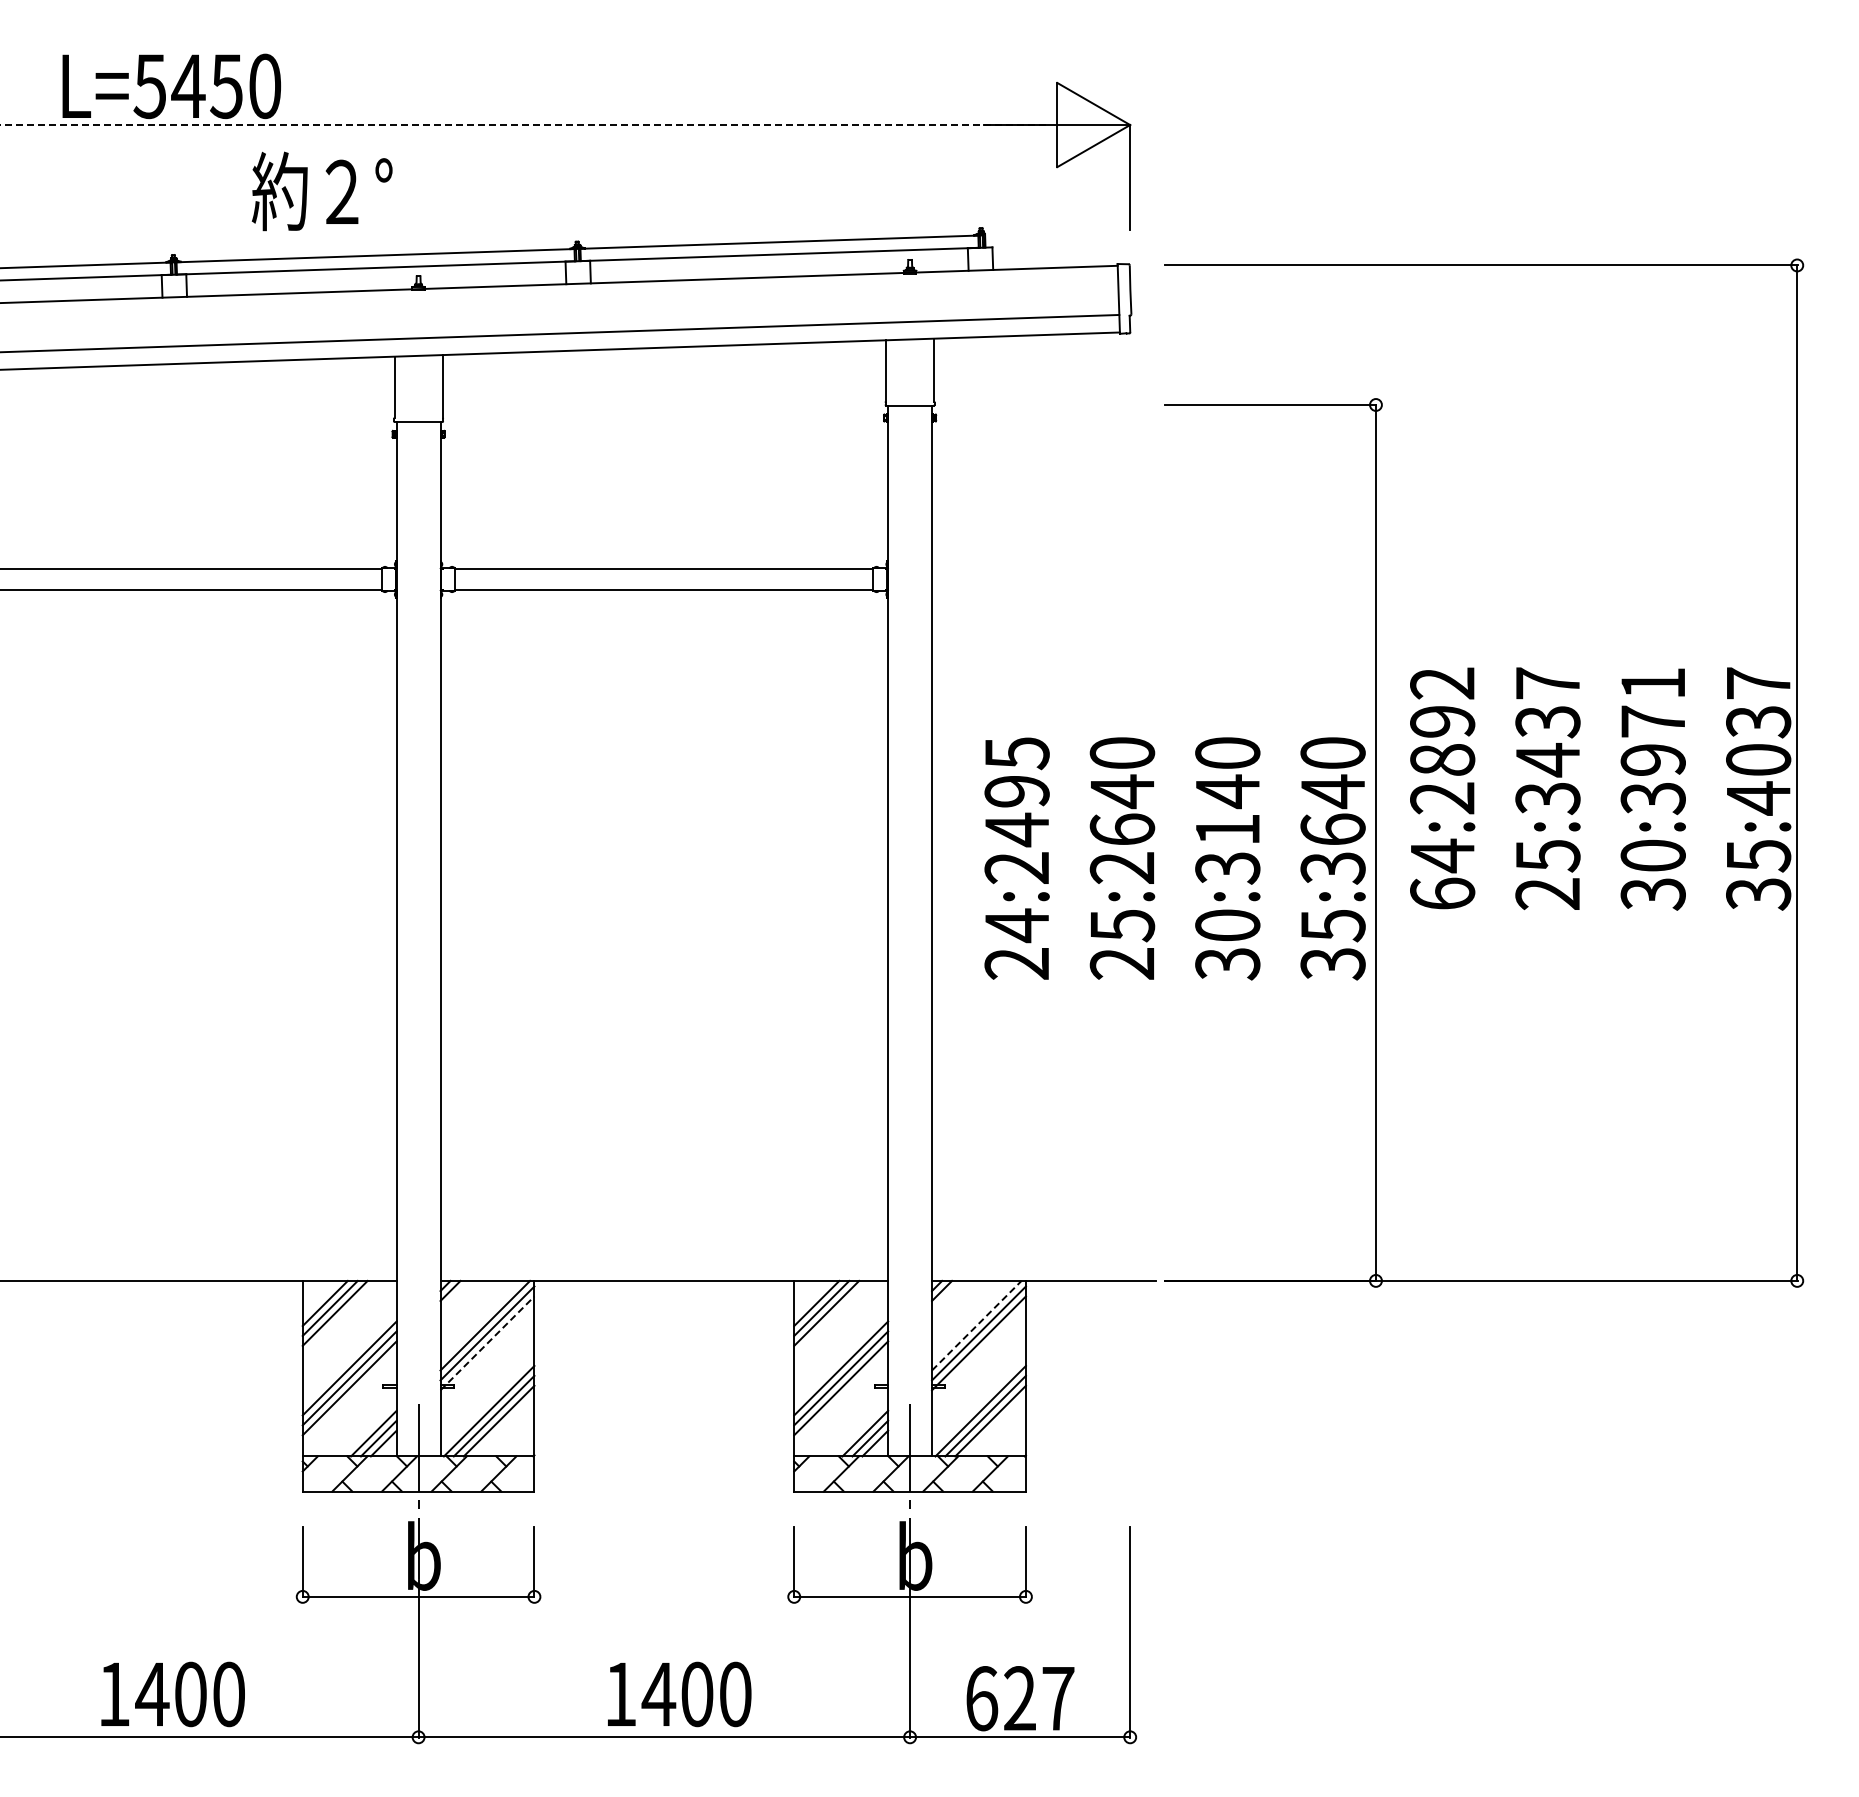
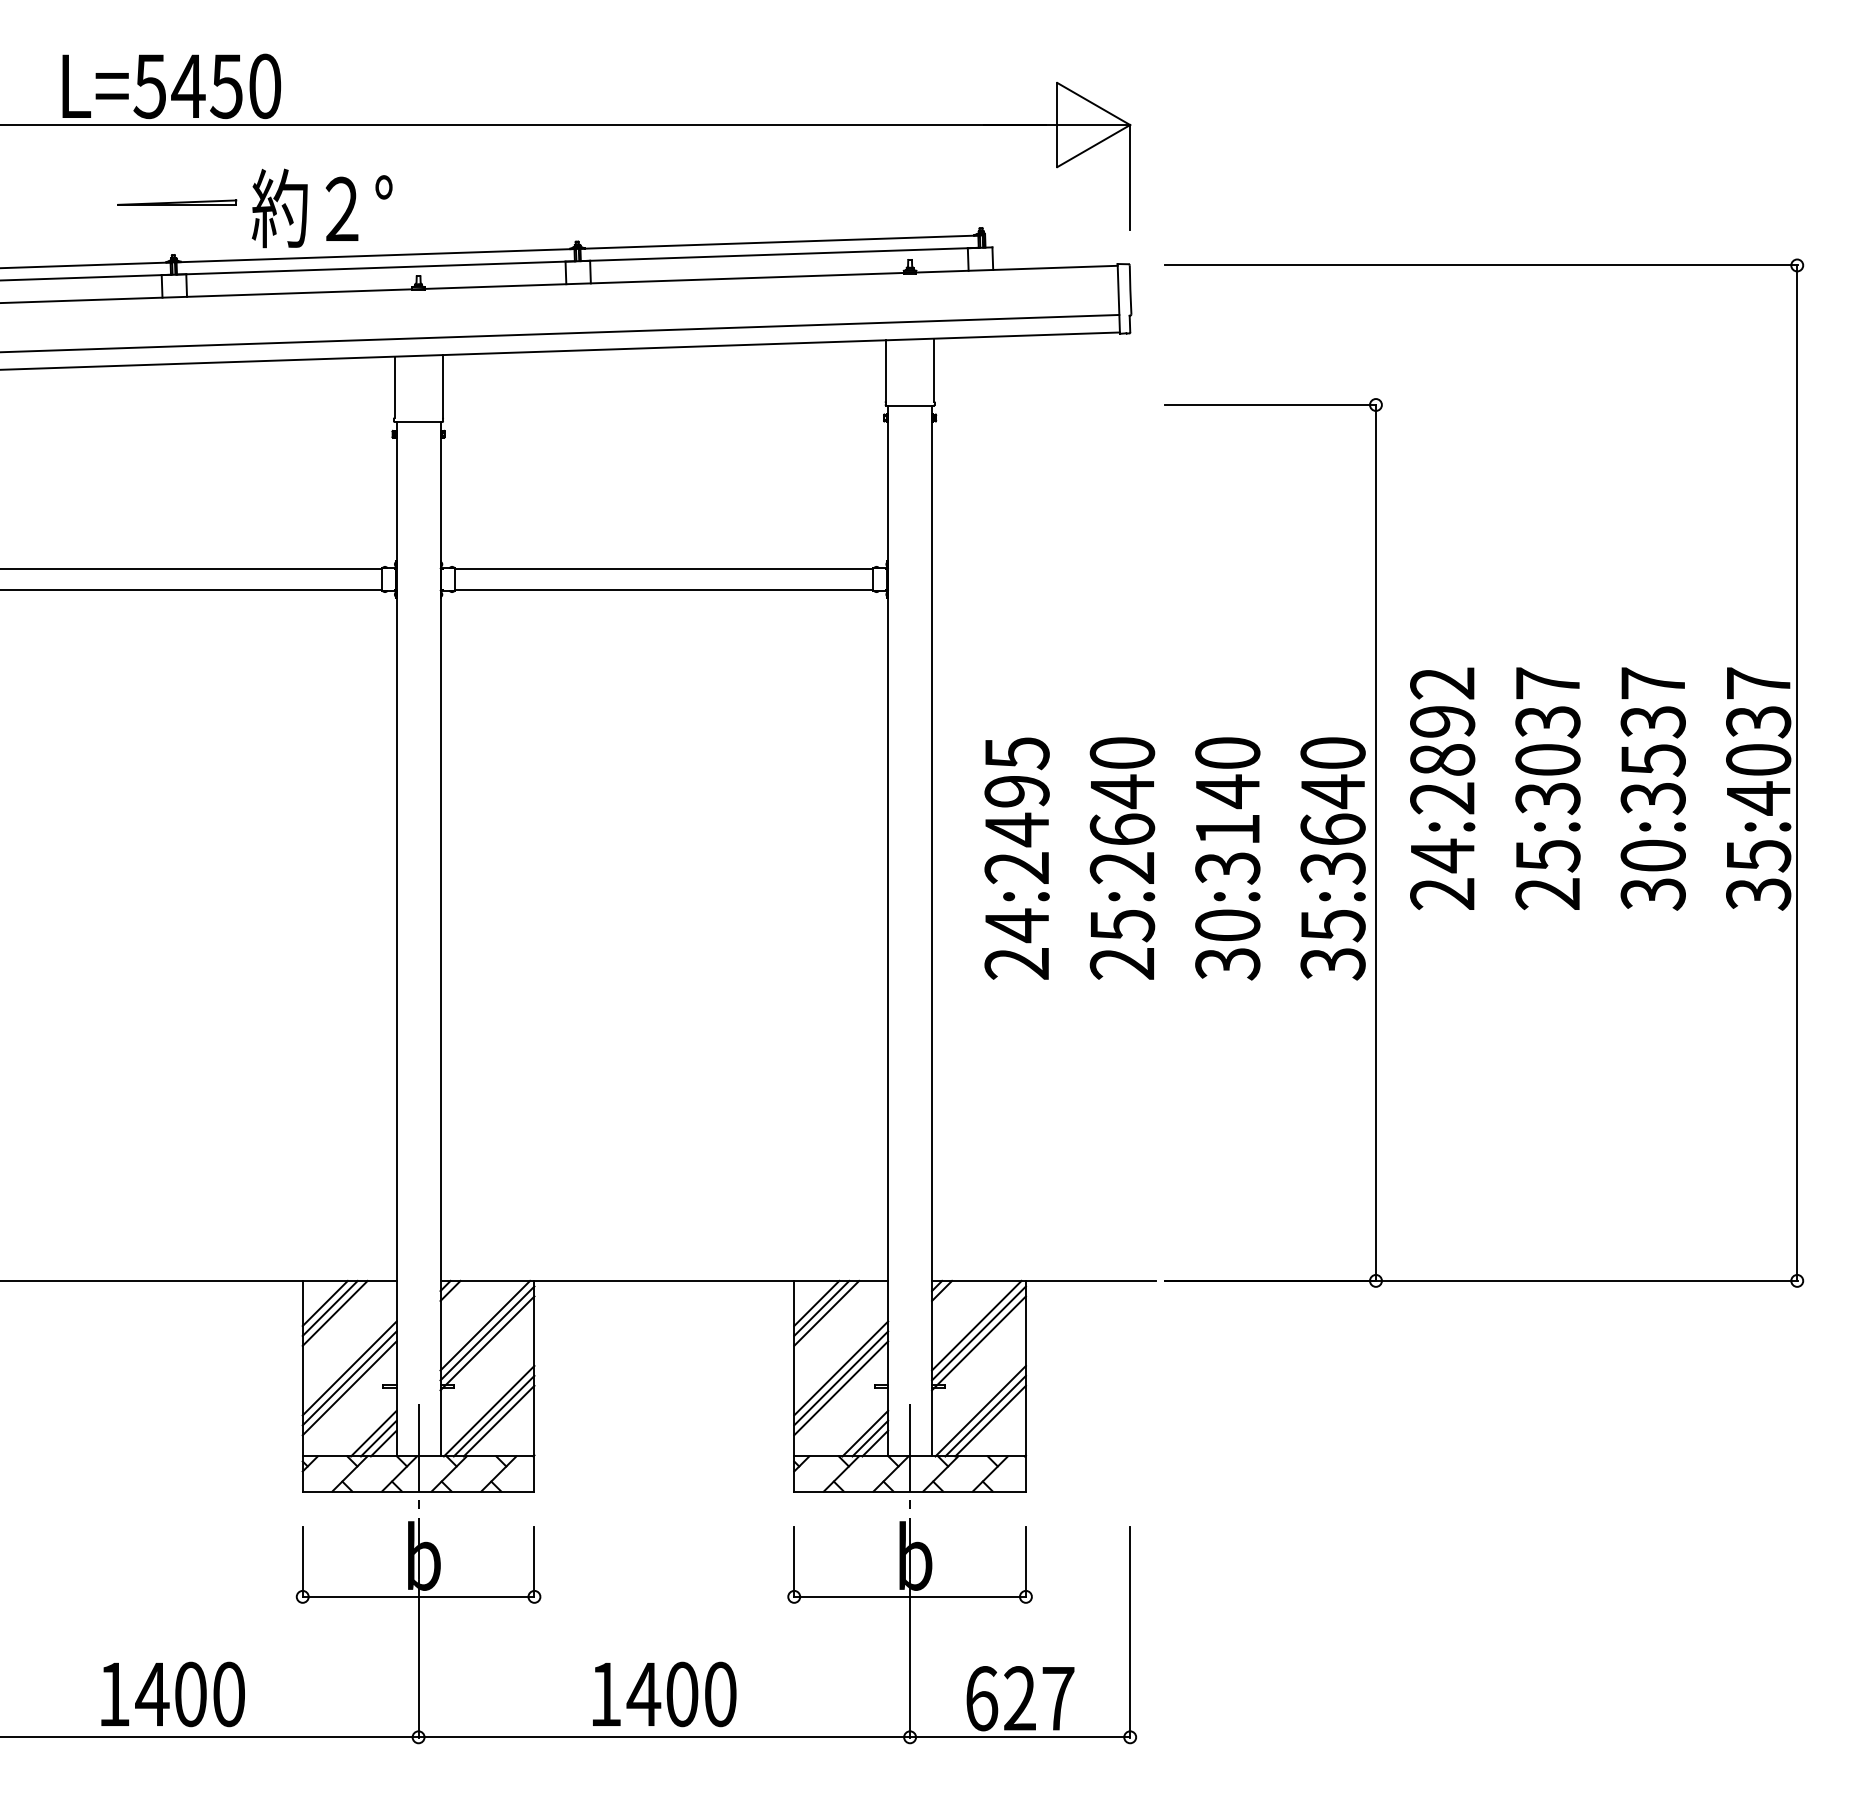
line at (523, 125): dashed -> solid
text at (321, 191) position: (321, 191) -> (321, 208)
part at (177, 202): none -> present
text at (1652, 721): 30:3971 -> 30:3537
text at (1547, 760): 25:3437 -> 25:3037
text at (1442, 893): 64:2892 -> 24:2892
line at (977, 1325): dashed -> solid
line at (487, 1343): dashed -> solid
text at (679, 1694) position: (679, 1694) -> (664, 1694)
